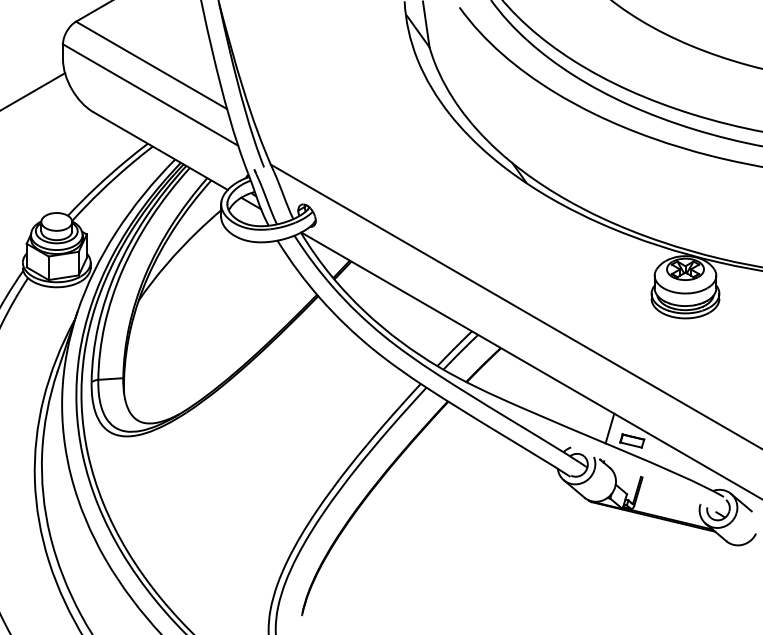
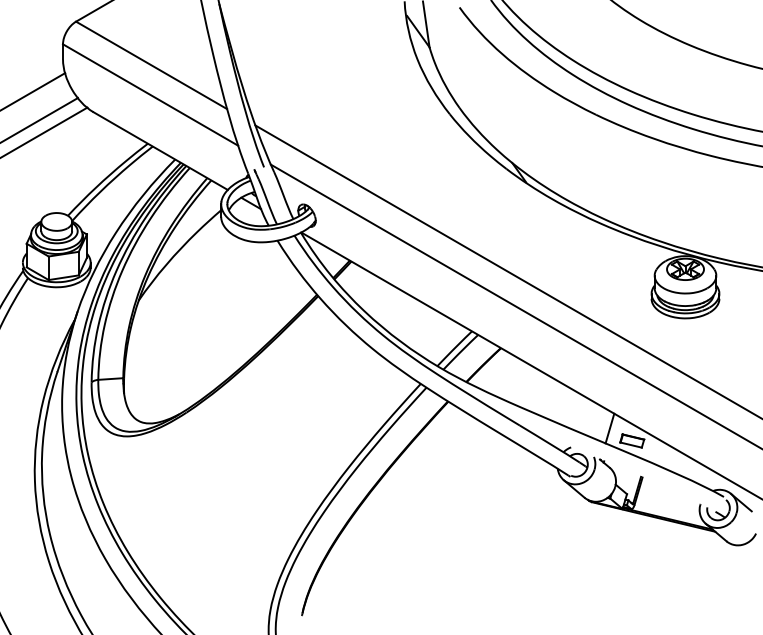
line at (40, 119): none -> present
line at (44, 131): none -> present
line at (507, 271): none -> present
